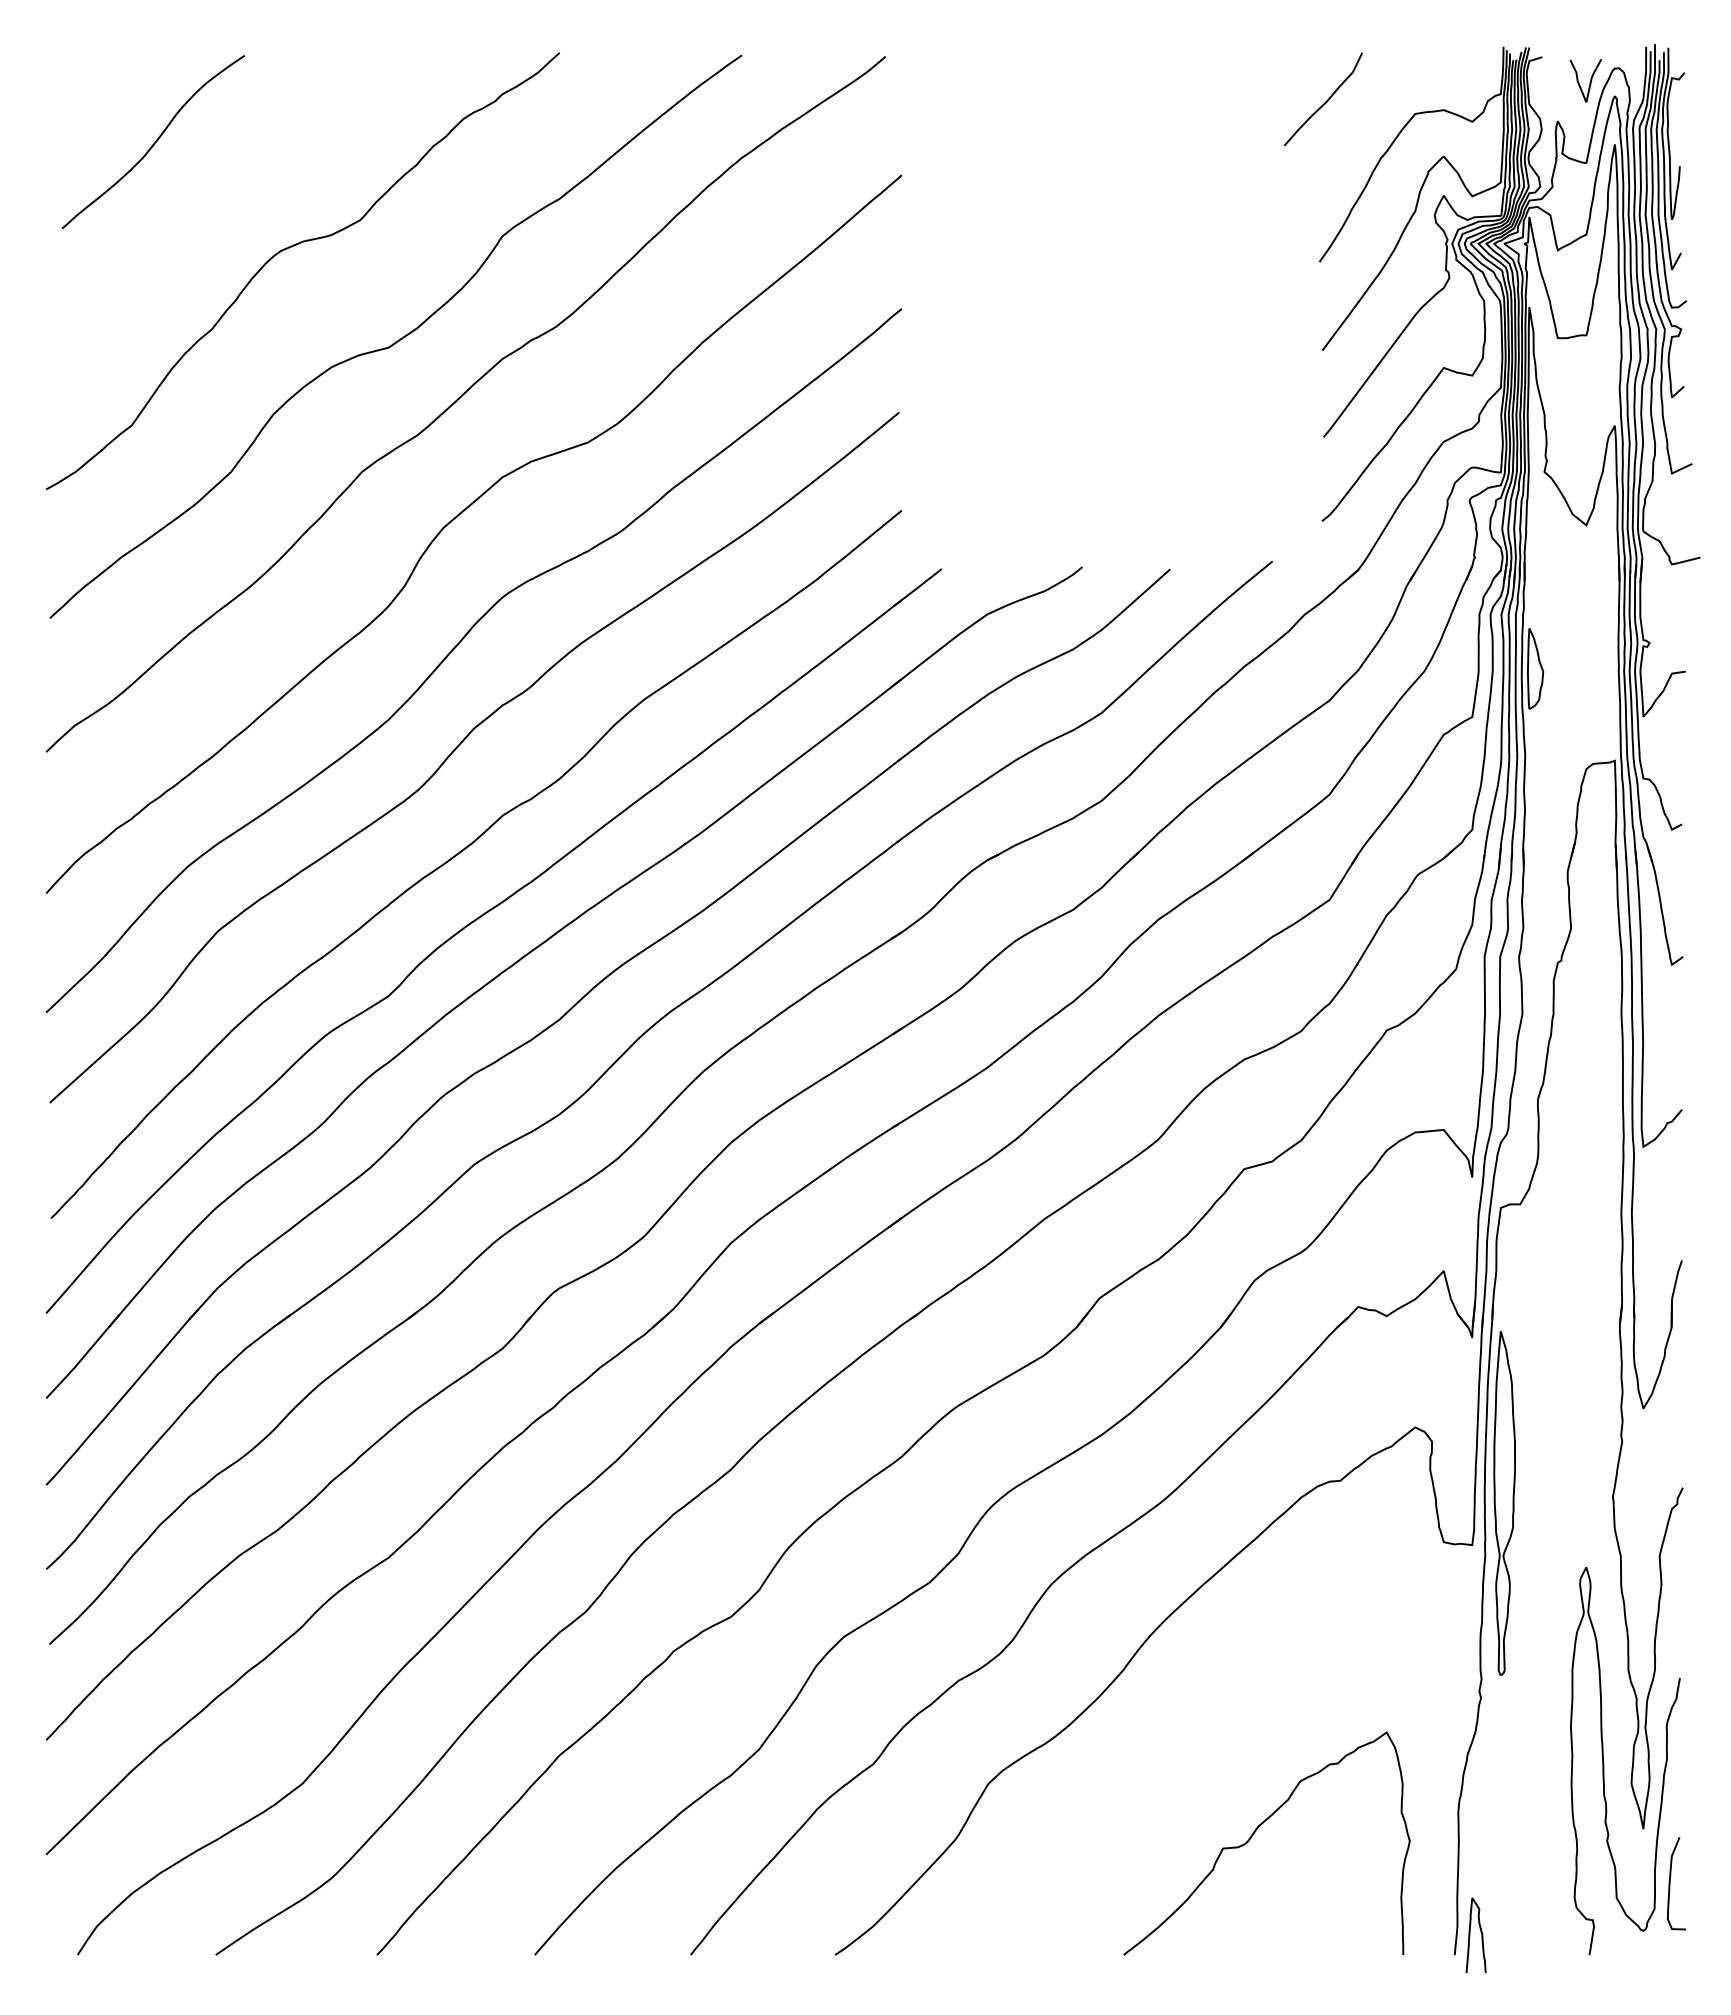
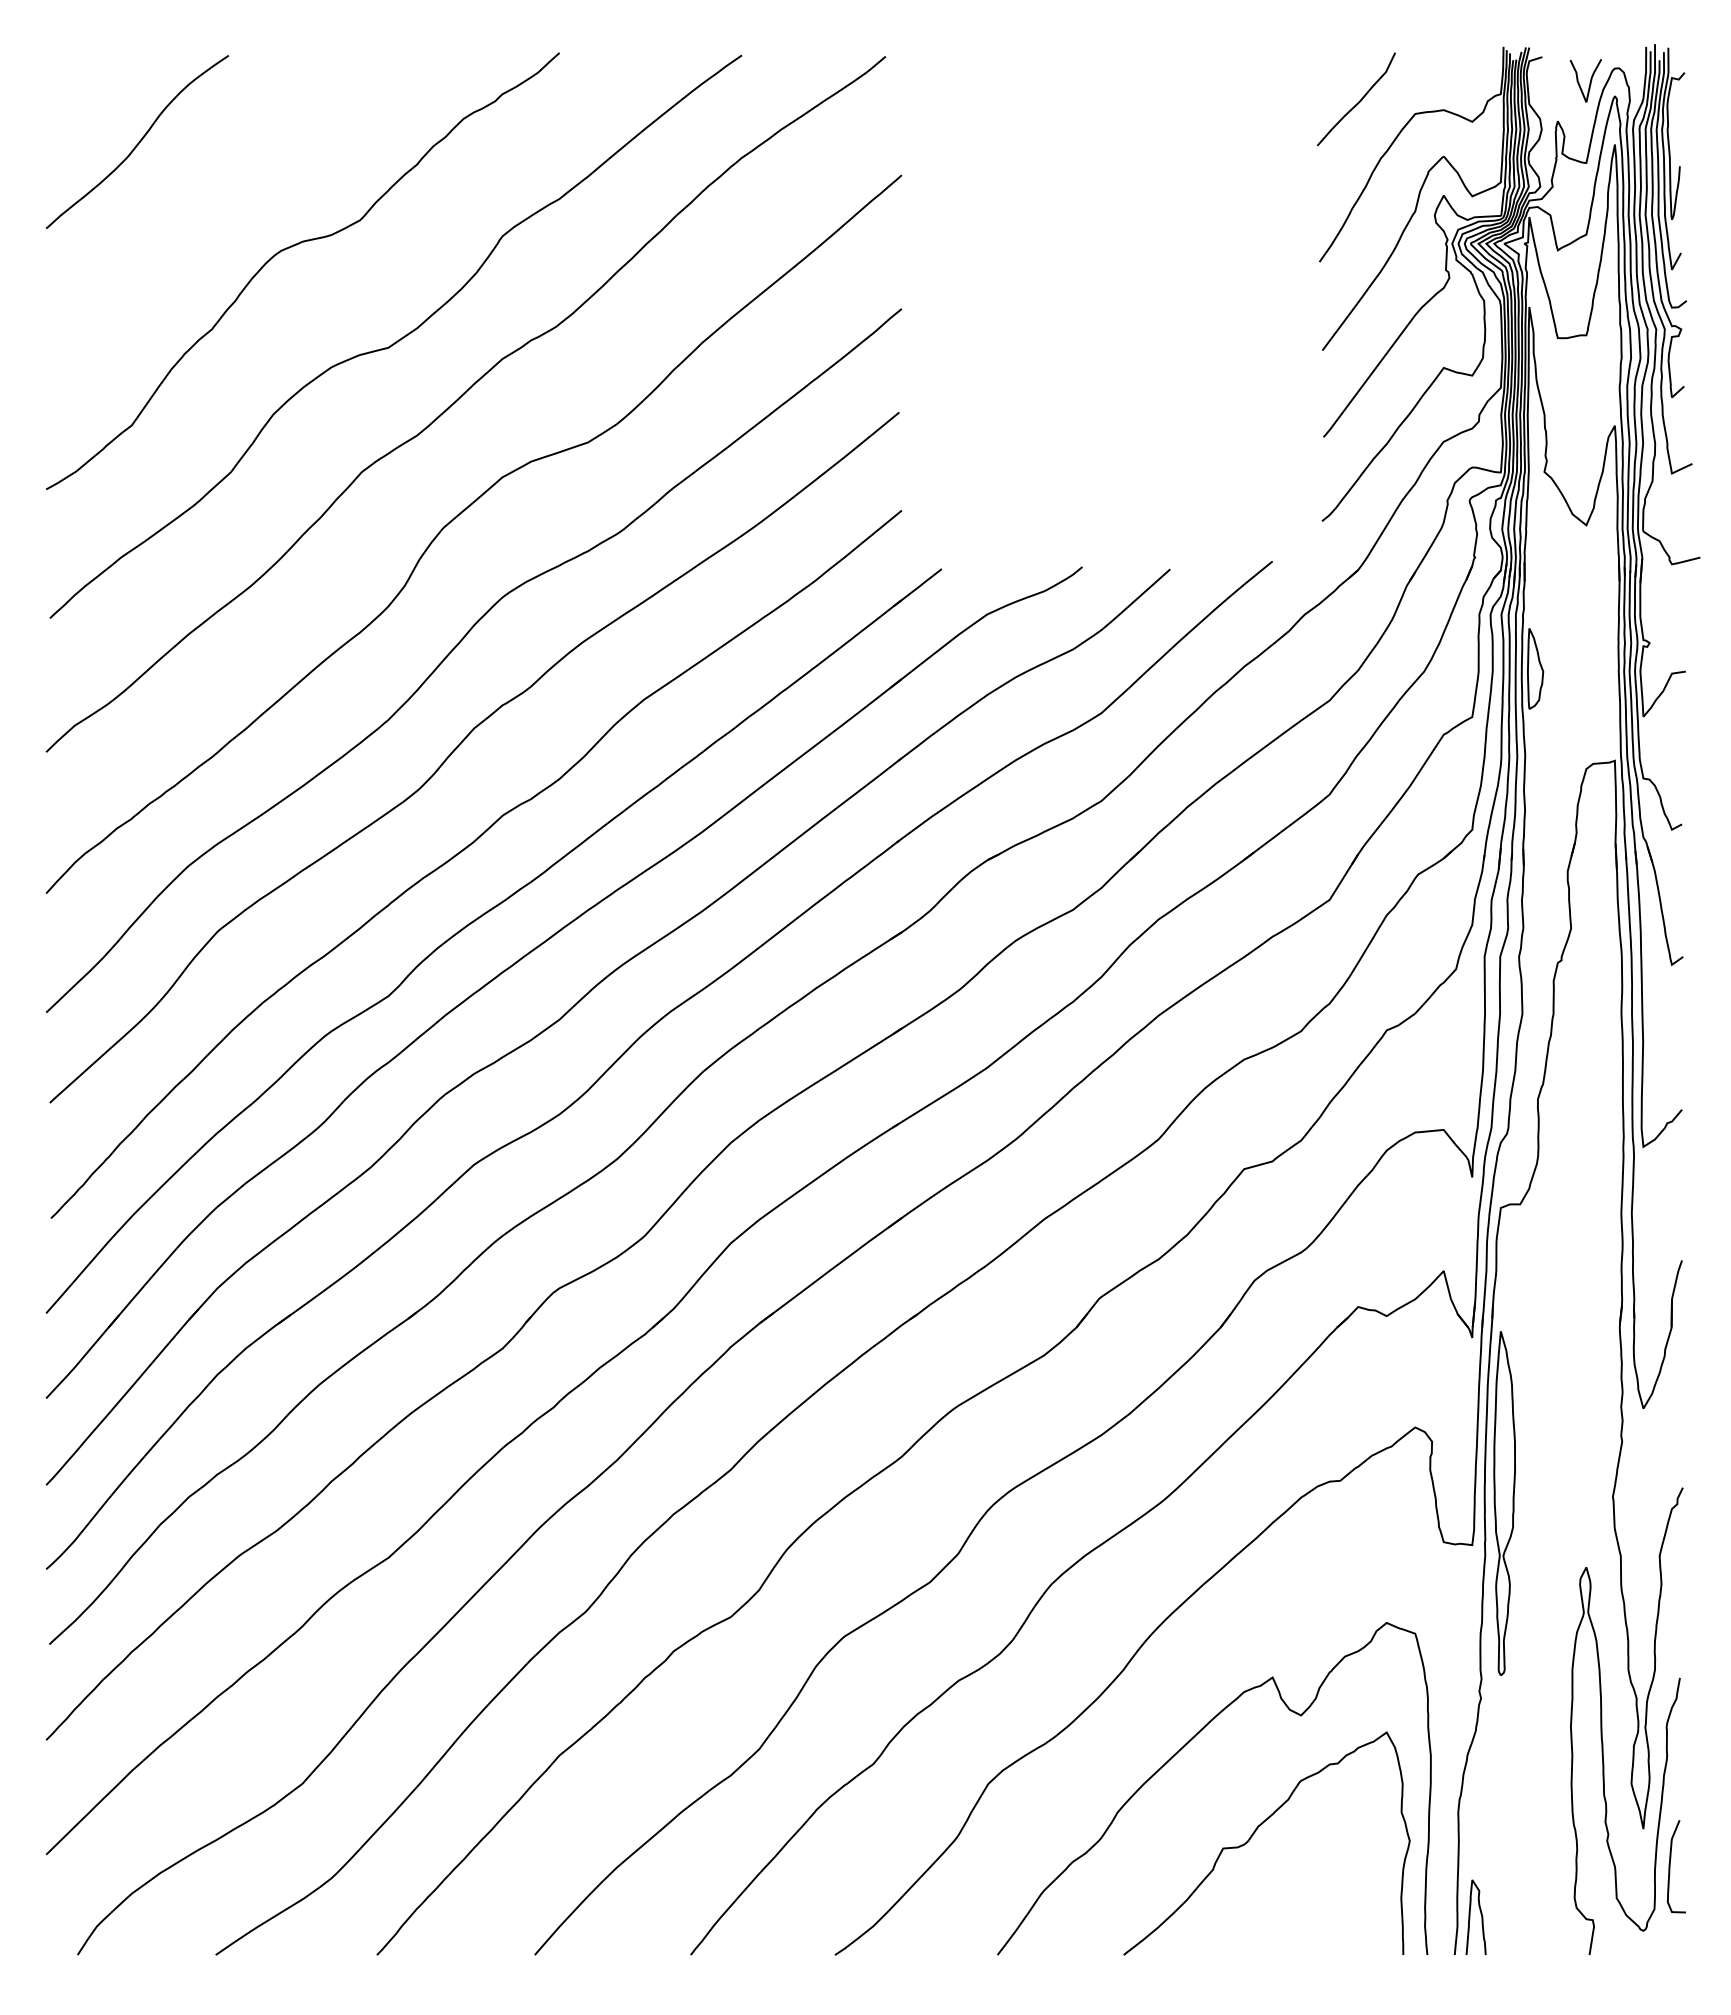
curve at (1325, 101) position: (1325, 101) -> (1358, 101)
curve at (154, 142) position: (154, 142) -> (138, 142)
curve at (1181, 1750): none -> present
curve at (1670, 1883) position: (1670, 1883) -> (1670, 1866)
curve at (1470, 1934) position: (1470, 1934) -> (1470, 1916)
